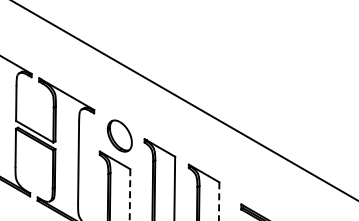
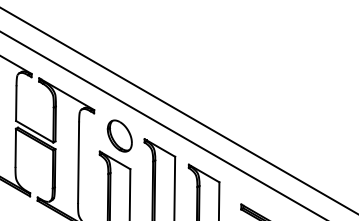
line at (184, 100) position: (184, 100) -> (178, 110)
line at (162, 124): none -> present
line at (130, 195): dashed -> solid
line at (219, 202): dashed -> solid
